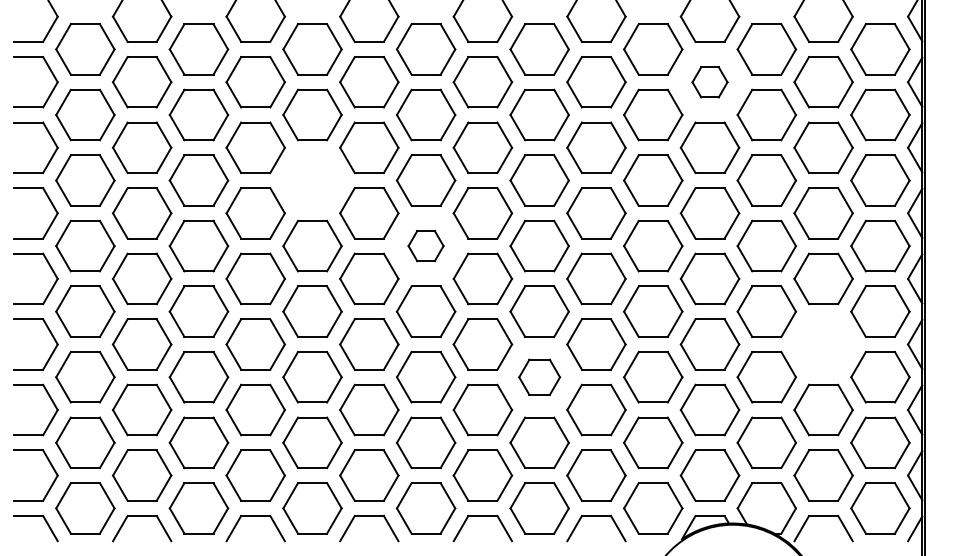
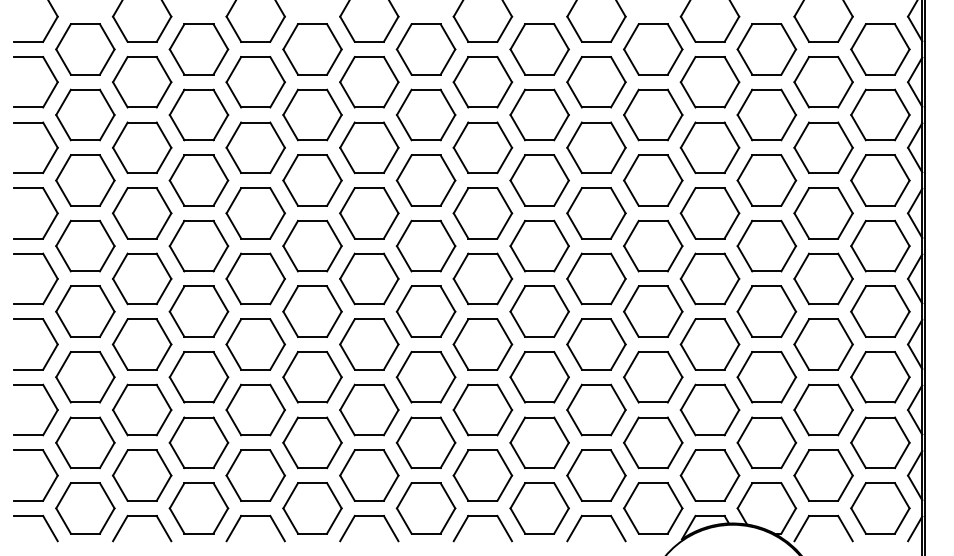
part at (709, 82) size: 38x33 px -> 62x53 px
part at (312, 180): none -> present
part at (425, 246) size: 38x33 px -> 62x54 px
part at (823, 344): none -> present
part at (539, 376) size: 44x38 px -> 61x53 px
